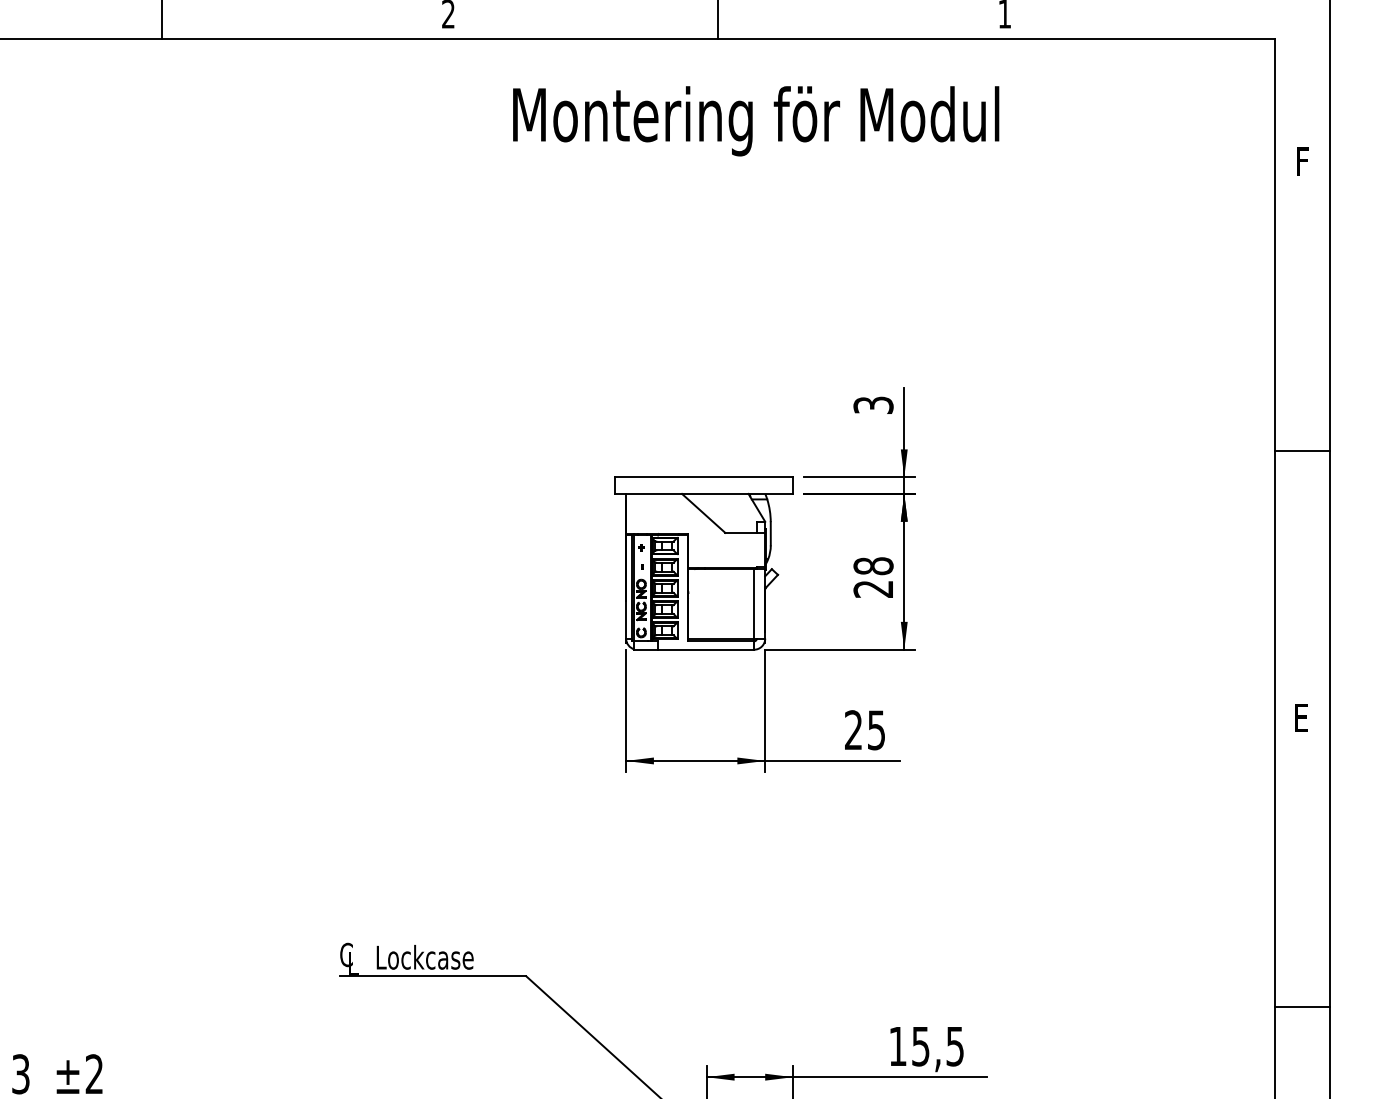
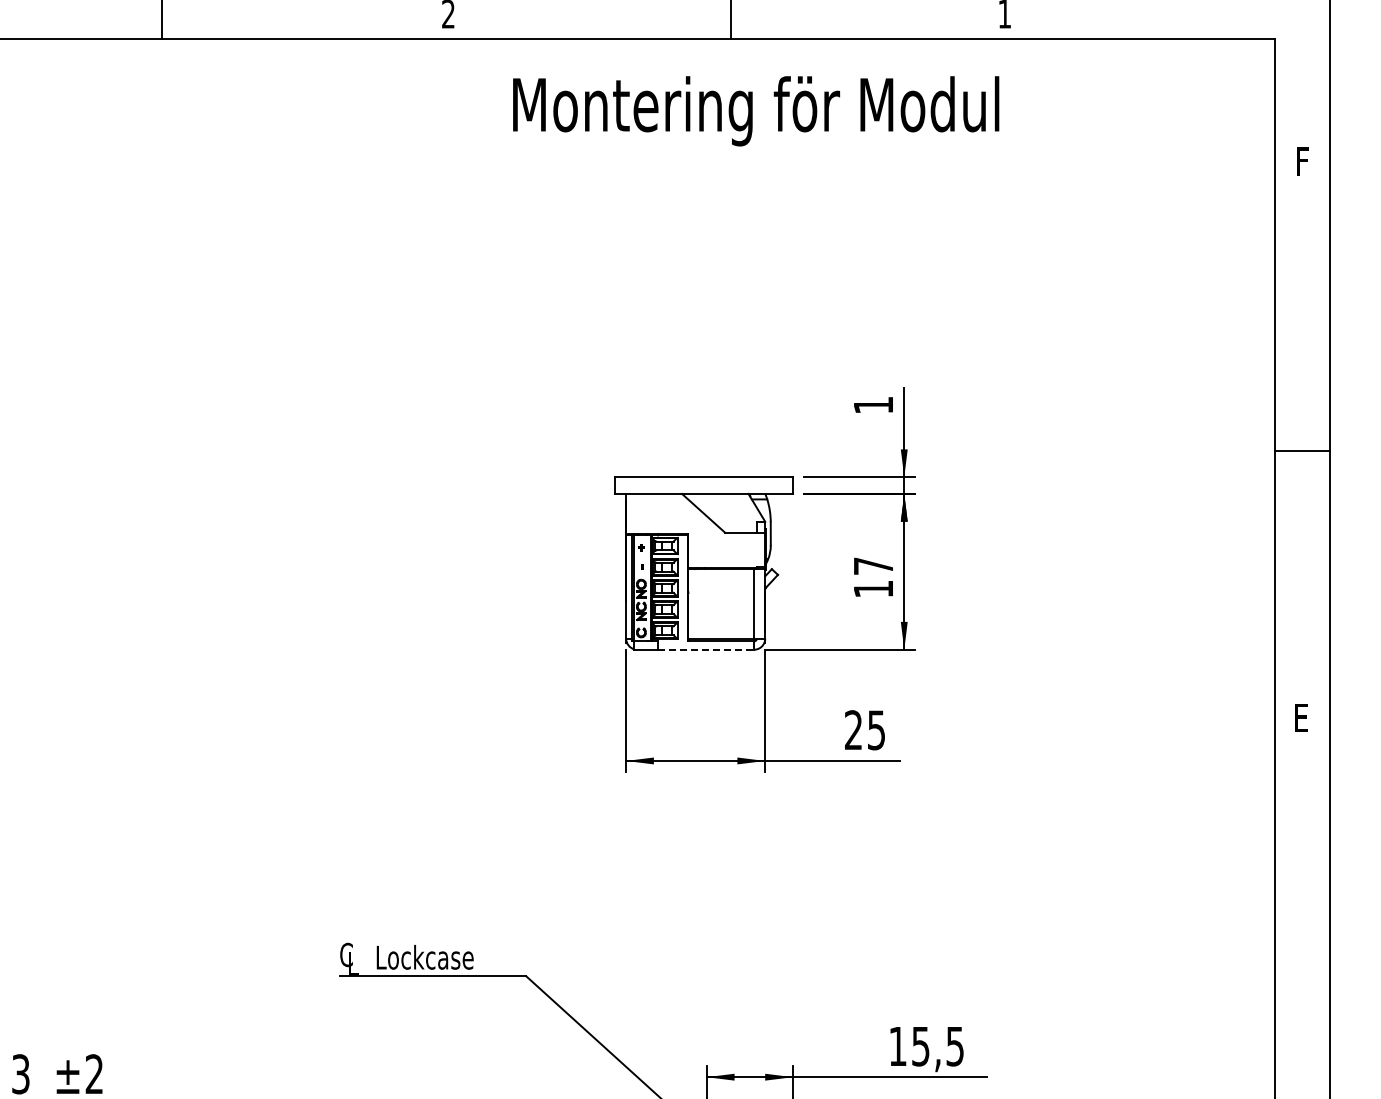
line at (718, 20) position: (718, 20) -> (731, 20)
text at (756, 121) position: (756, 121) -> (756, 111)
text at (873, 404): 3 -> 1
text at (873, 577): 28 -> 17
line at (706, 649): solid -> dashed
line at (1302, 1007): present -> none
